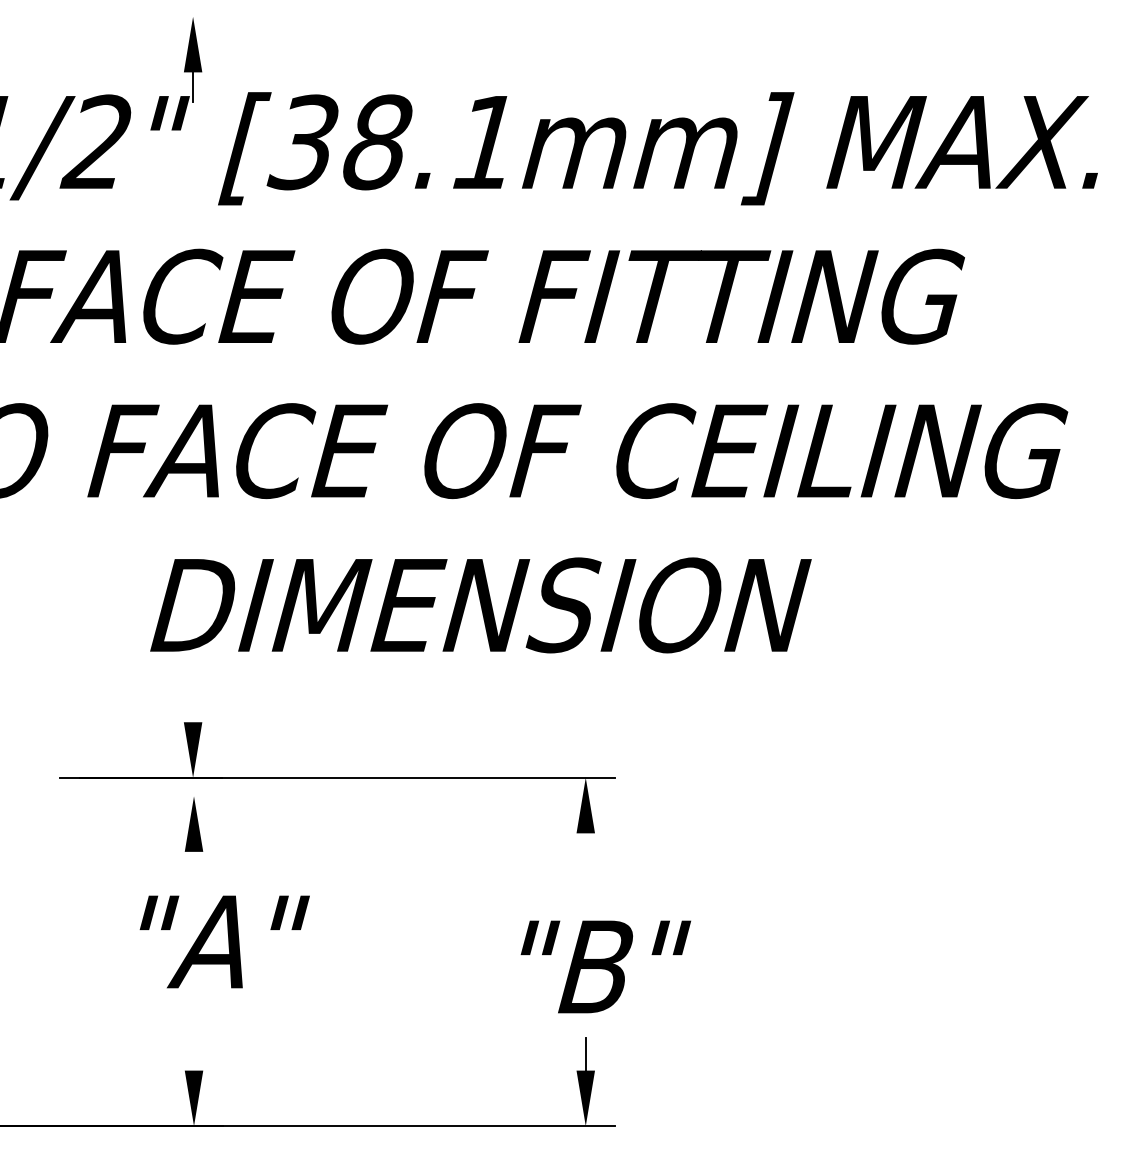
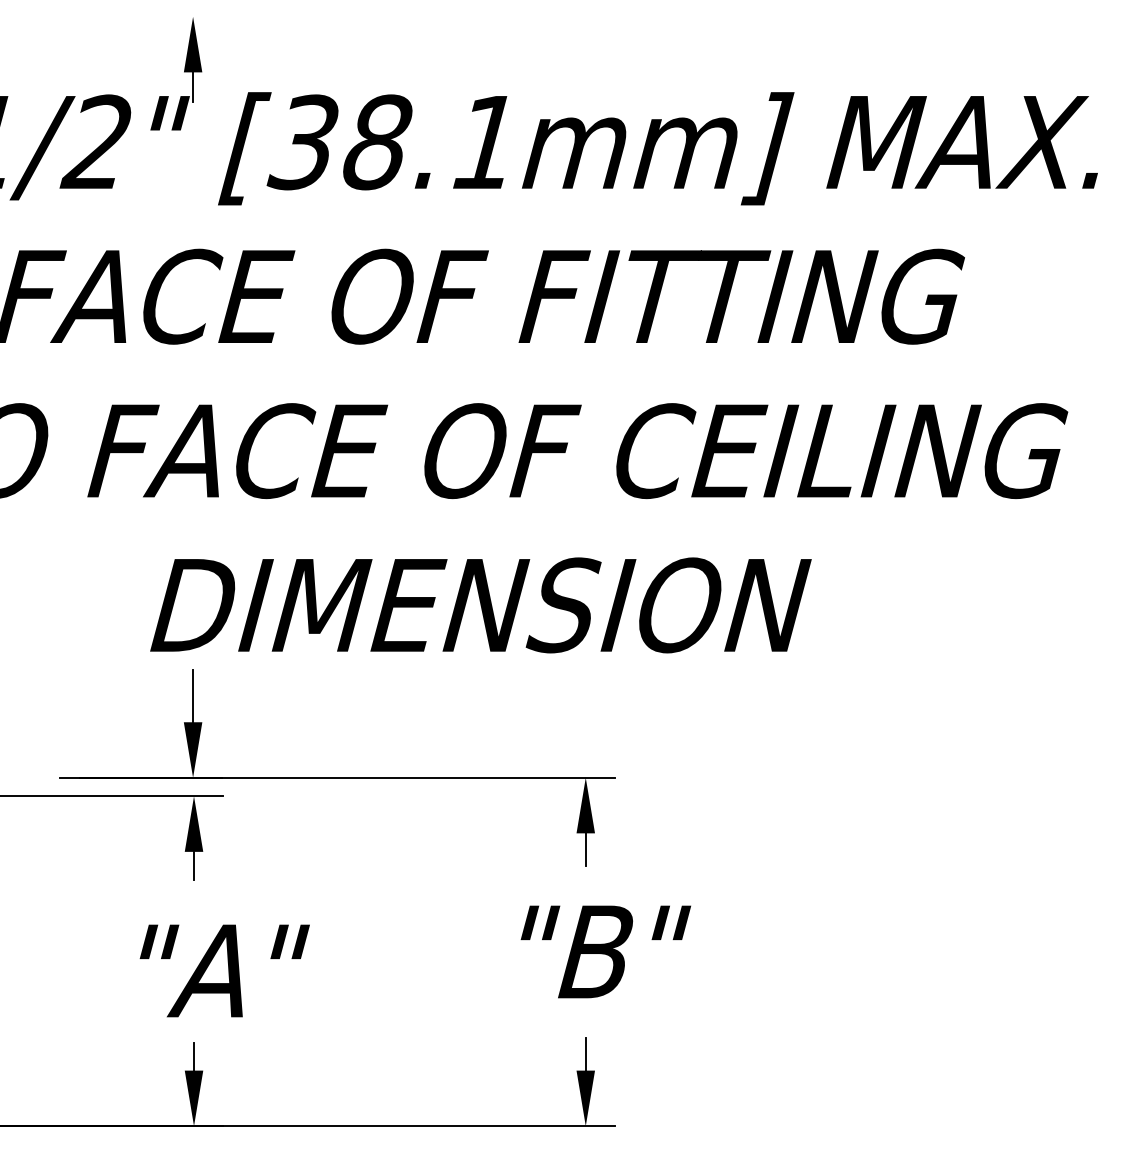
line at (193, 695): none -> present
line at (112, 796): none -> present
line at (585, 849): none -> present
line at (194, 865): none -> present
text at (224, 941) position: (224, 941) -> (224, 970)
text at (605, 966) position: (605, 966) -> (605, 951)
line at (194, 1056): none -> present
